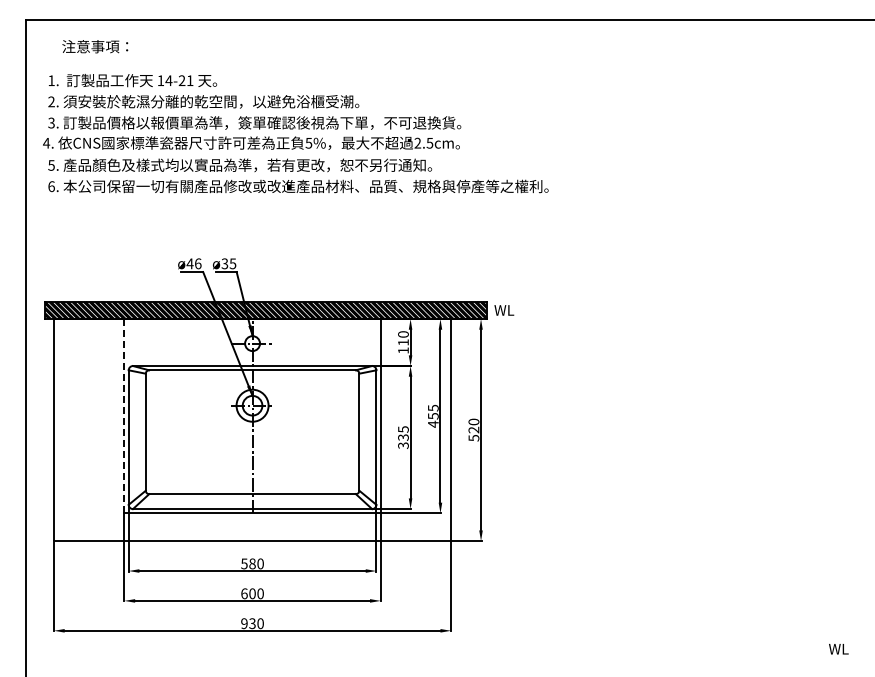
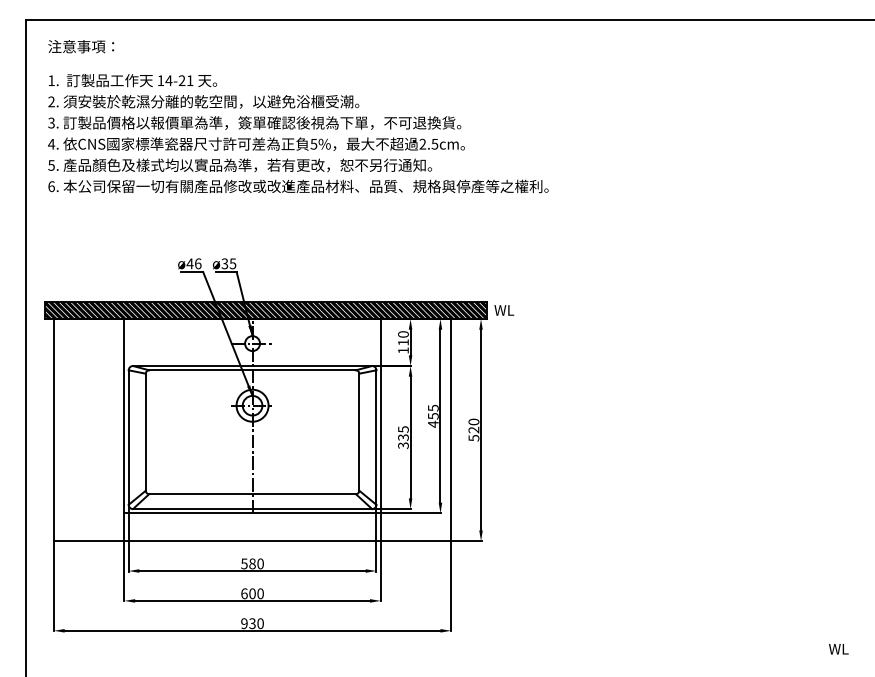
text at (95, 46) position: (95, 46) -> (81, 46)
text at (251, 142) position: (251, 142) -> (256, 143)
line at (124, 415): dashed -> solid
